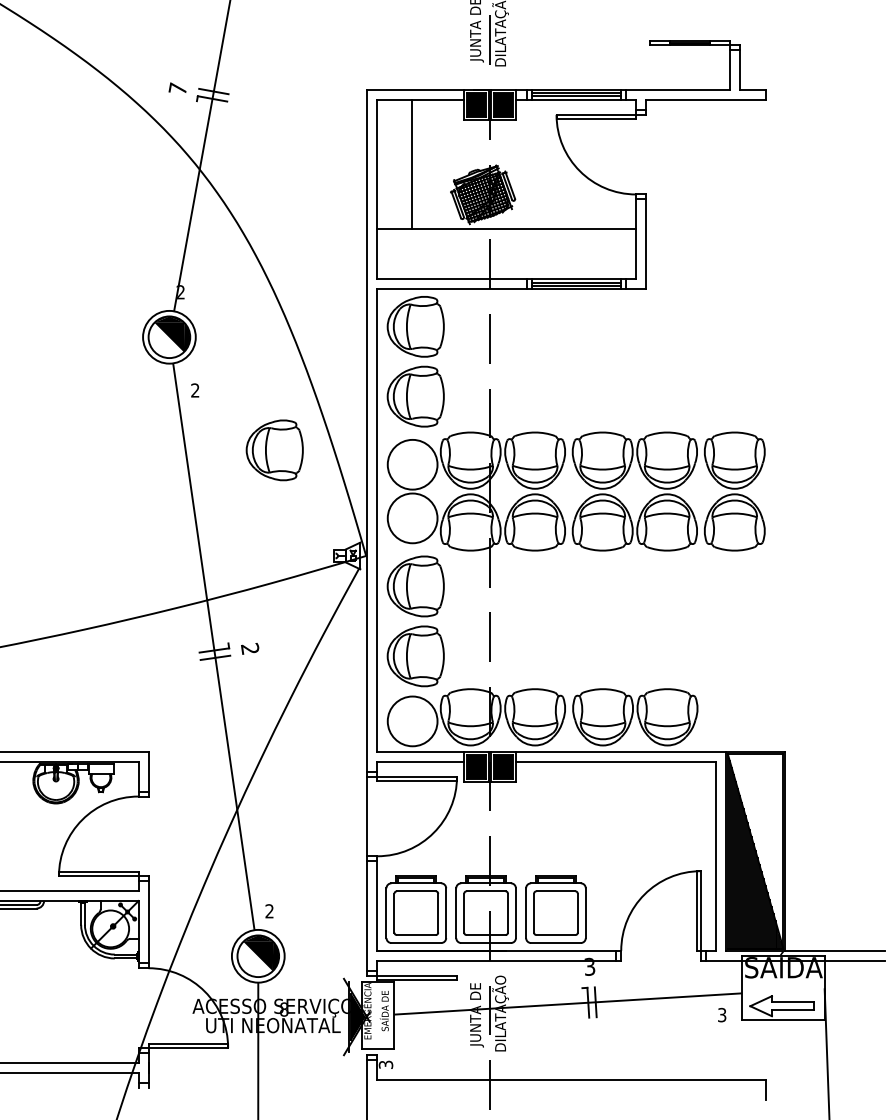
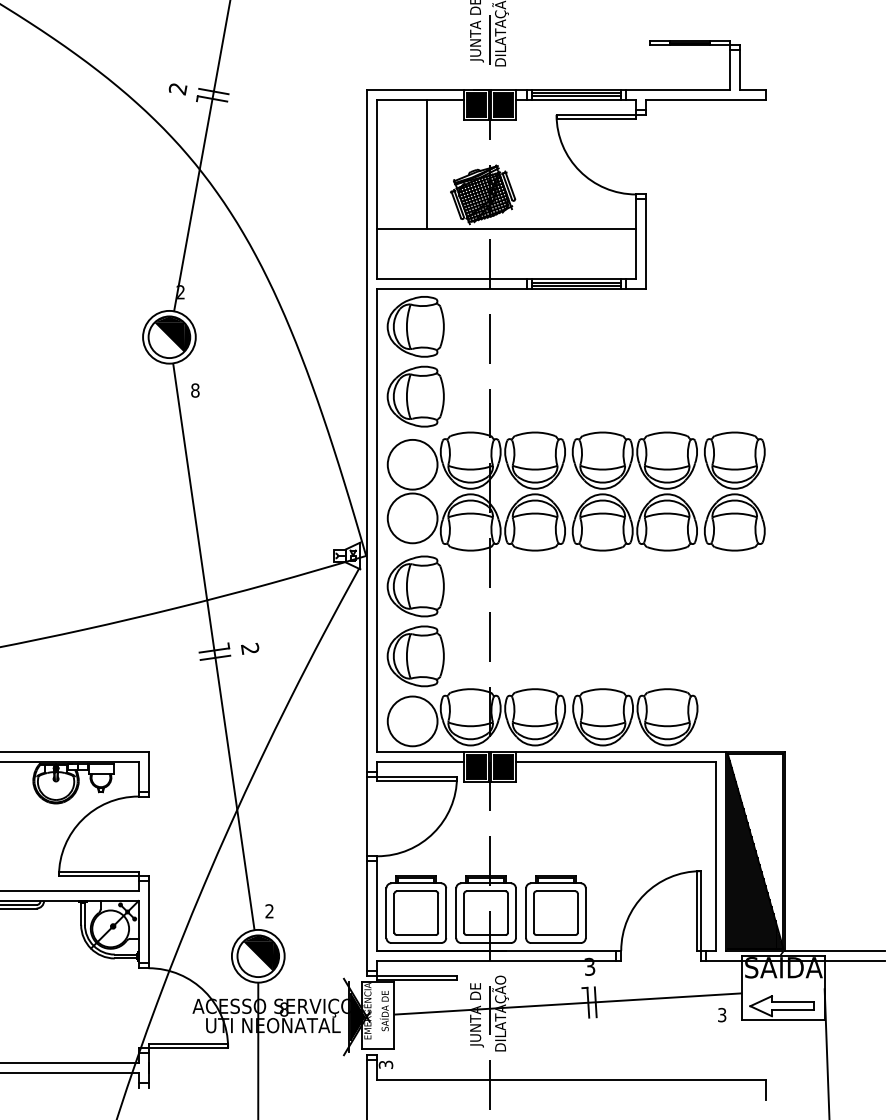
text at (177, 88): 7 -> 2
line at (412, 164) position: (412, 164) -> (427, 164)
text at (195, 390): 2 -> 8
part at (274, 450): present -> none
